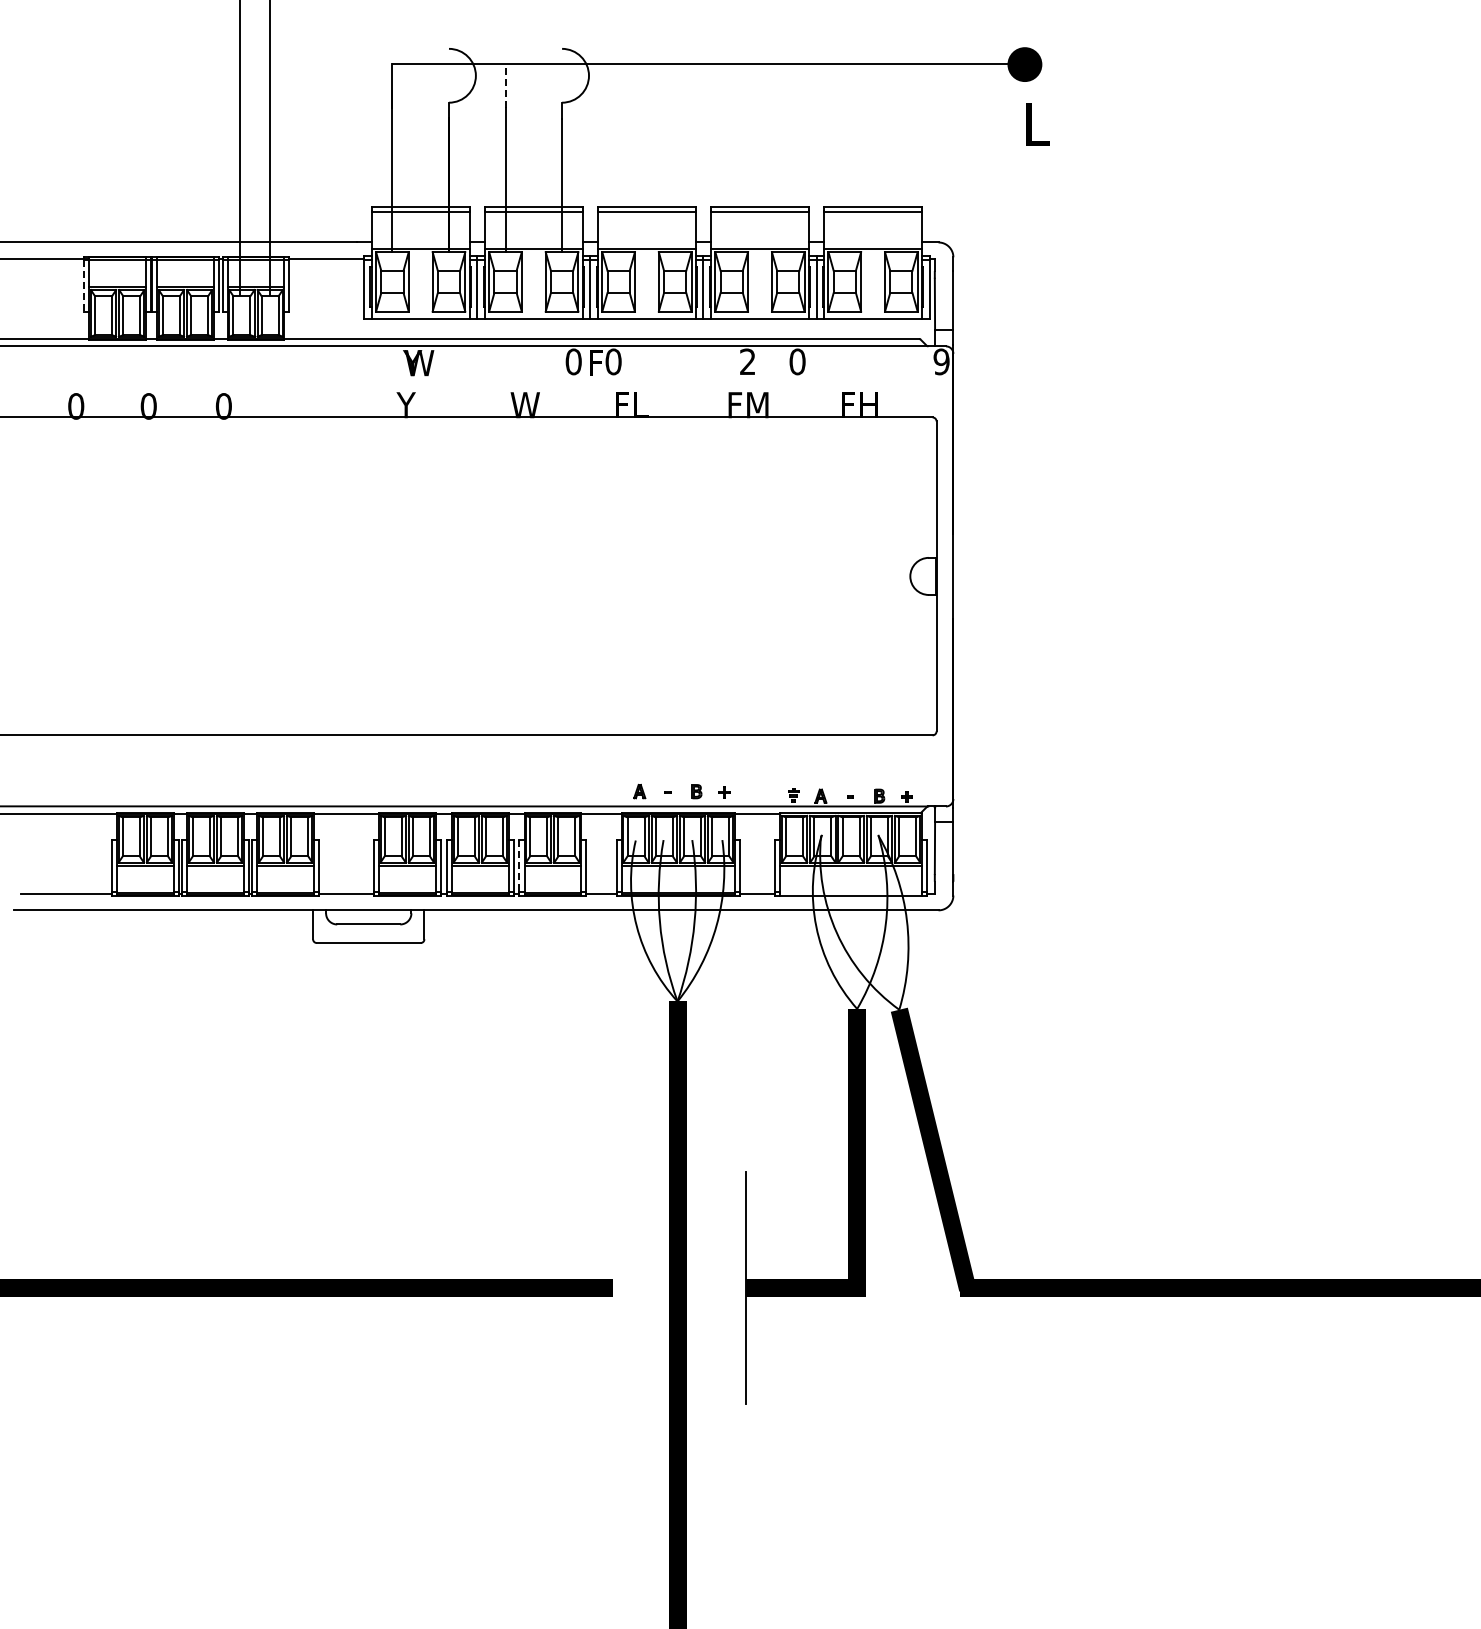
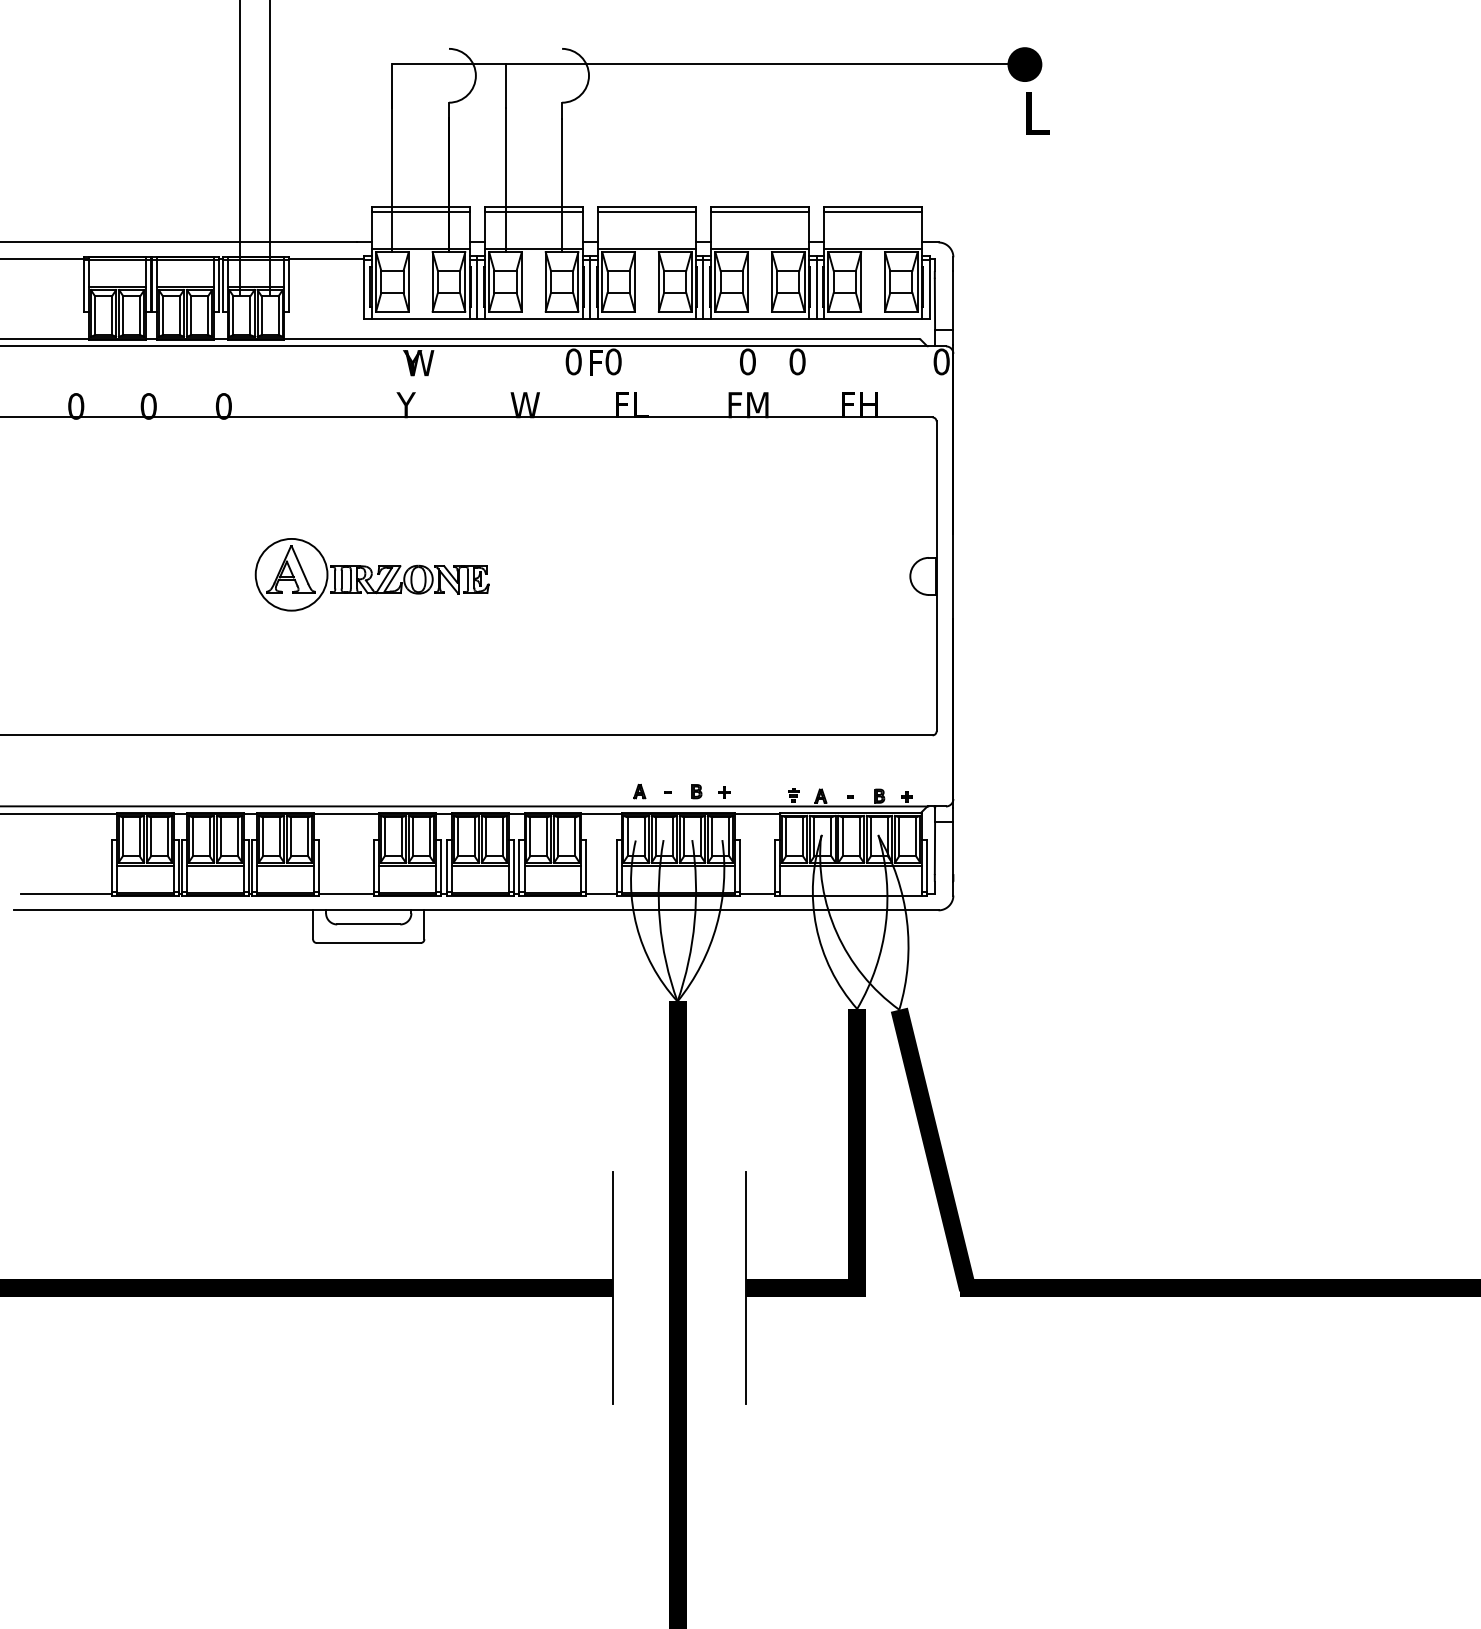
line at (505, 85): dashed -> solid
text at (1037, 124) position: (1037, 124) -> (1037, 113)
line at (84, 286): dashed -> solid
text at (747, 361): 2 -> 0
text at (941, 361): 9 -> 0
part at (371, 574): none -> present
line at (519, 866): dashed -> solid
line at (613, 1287): none -> present
